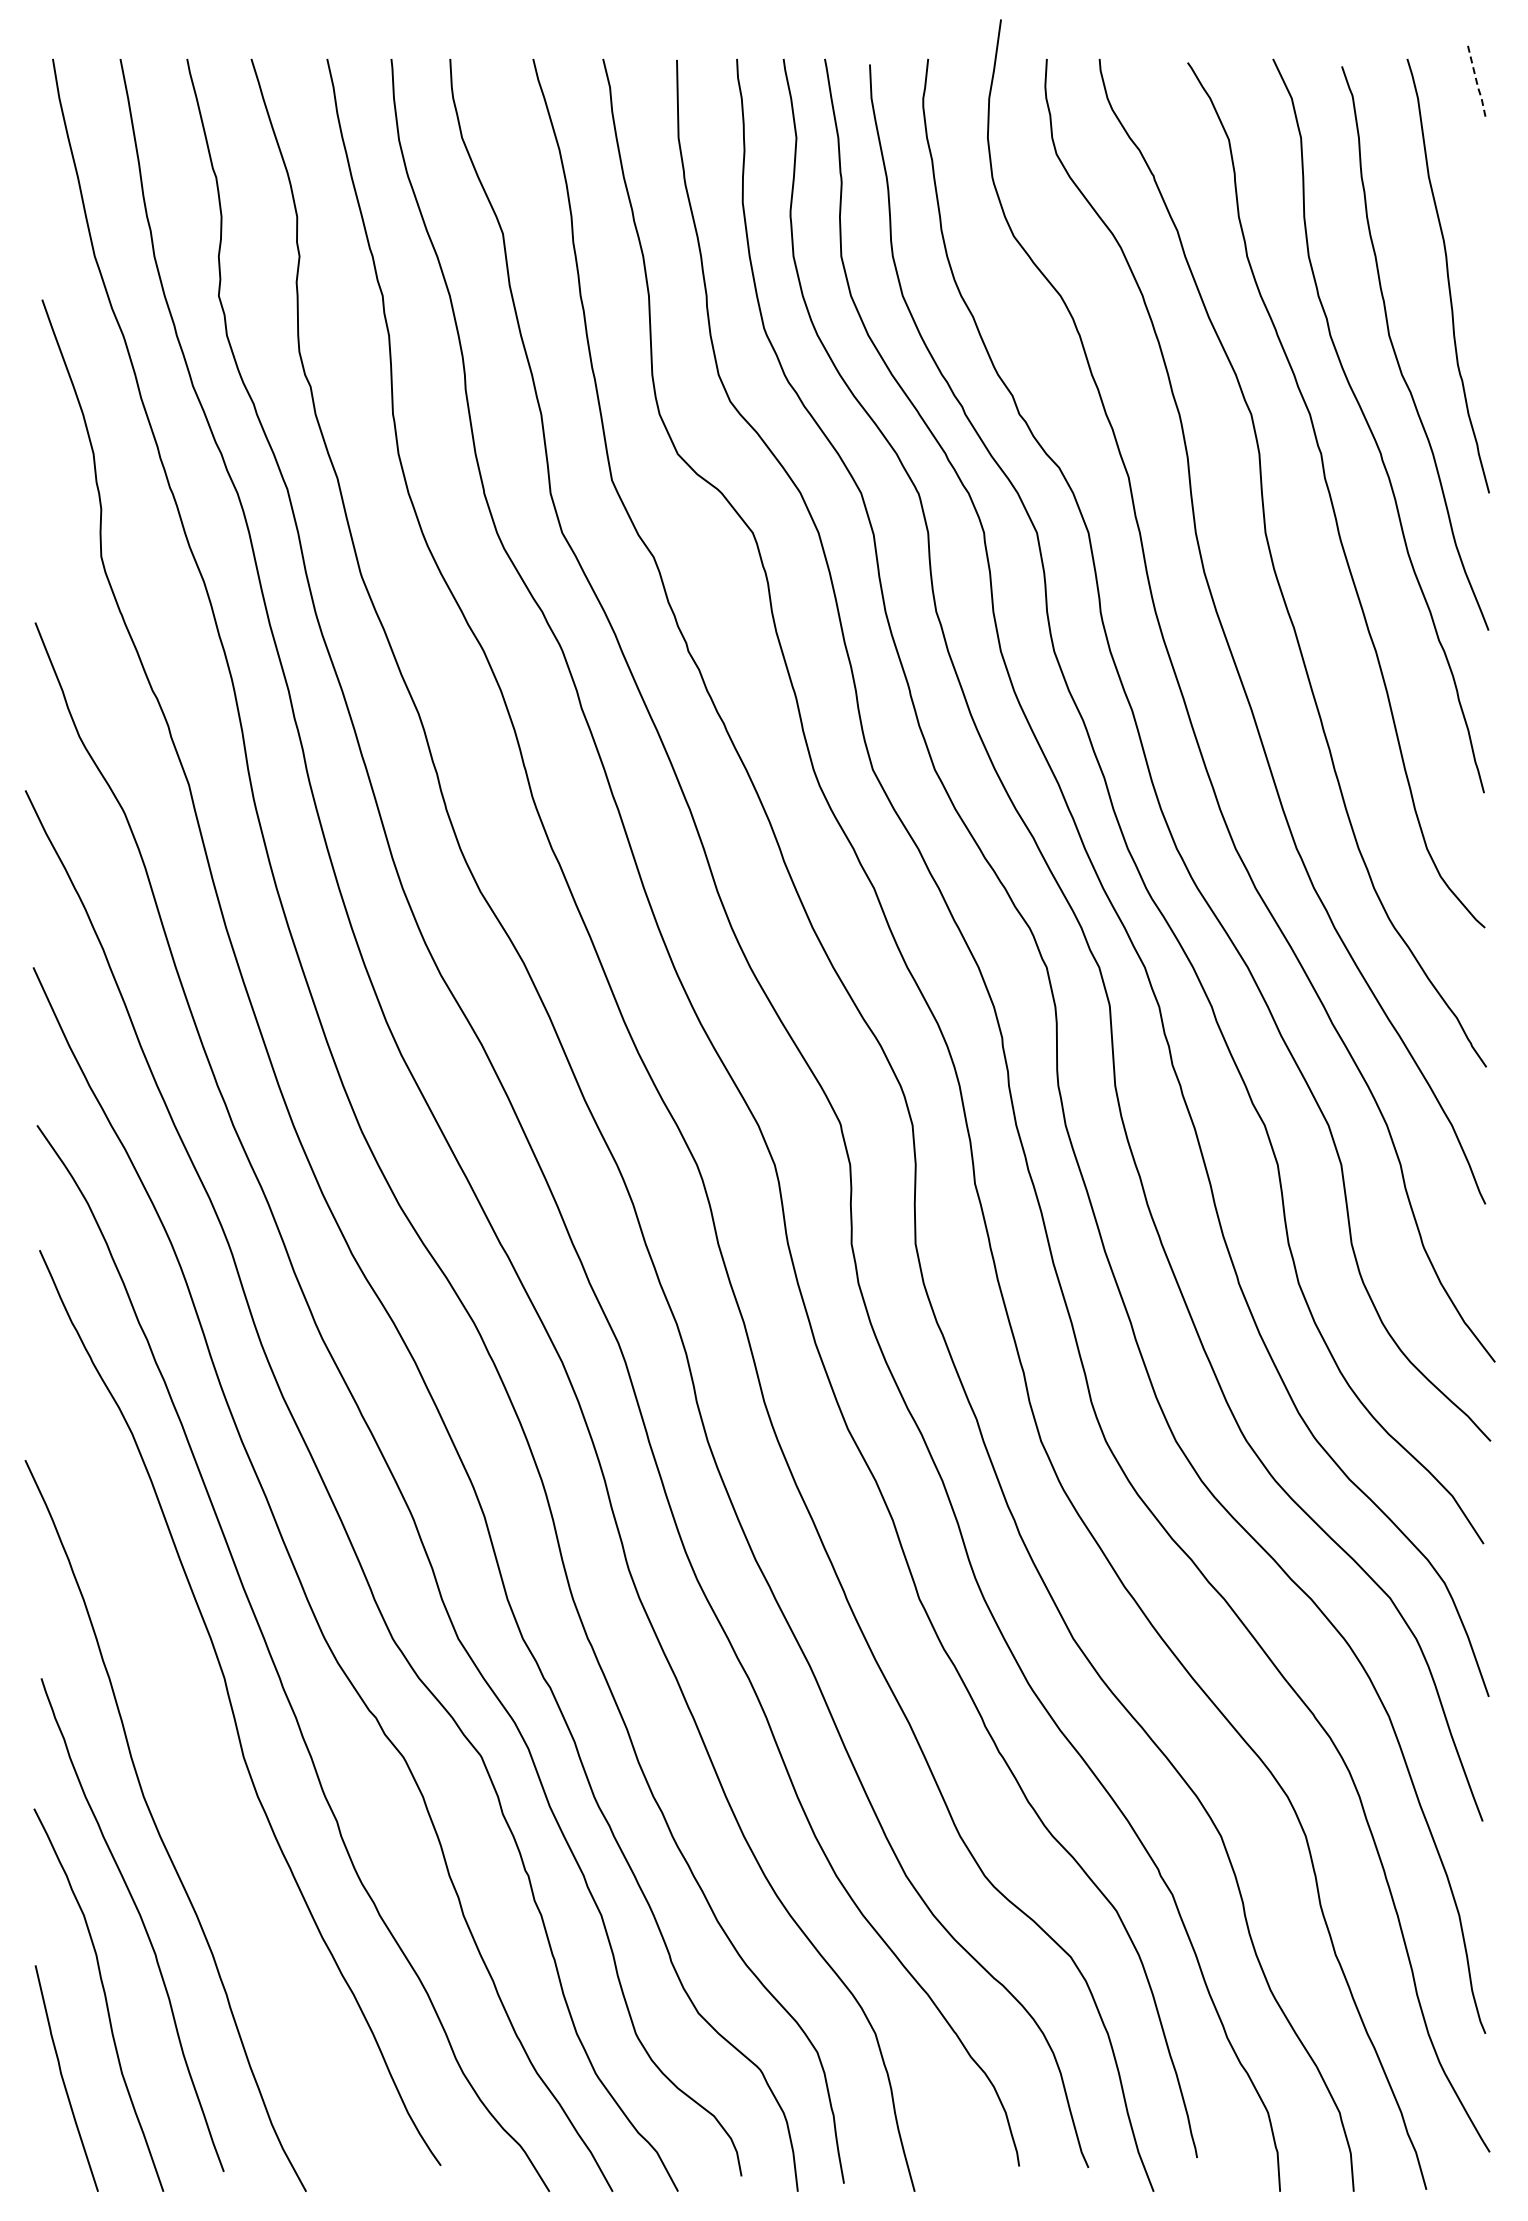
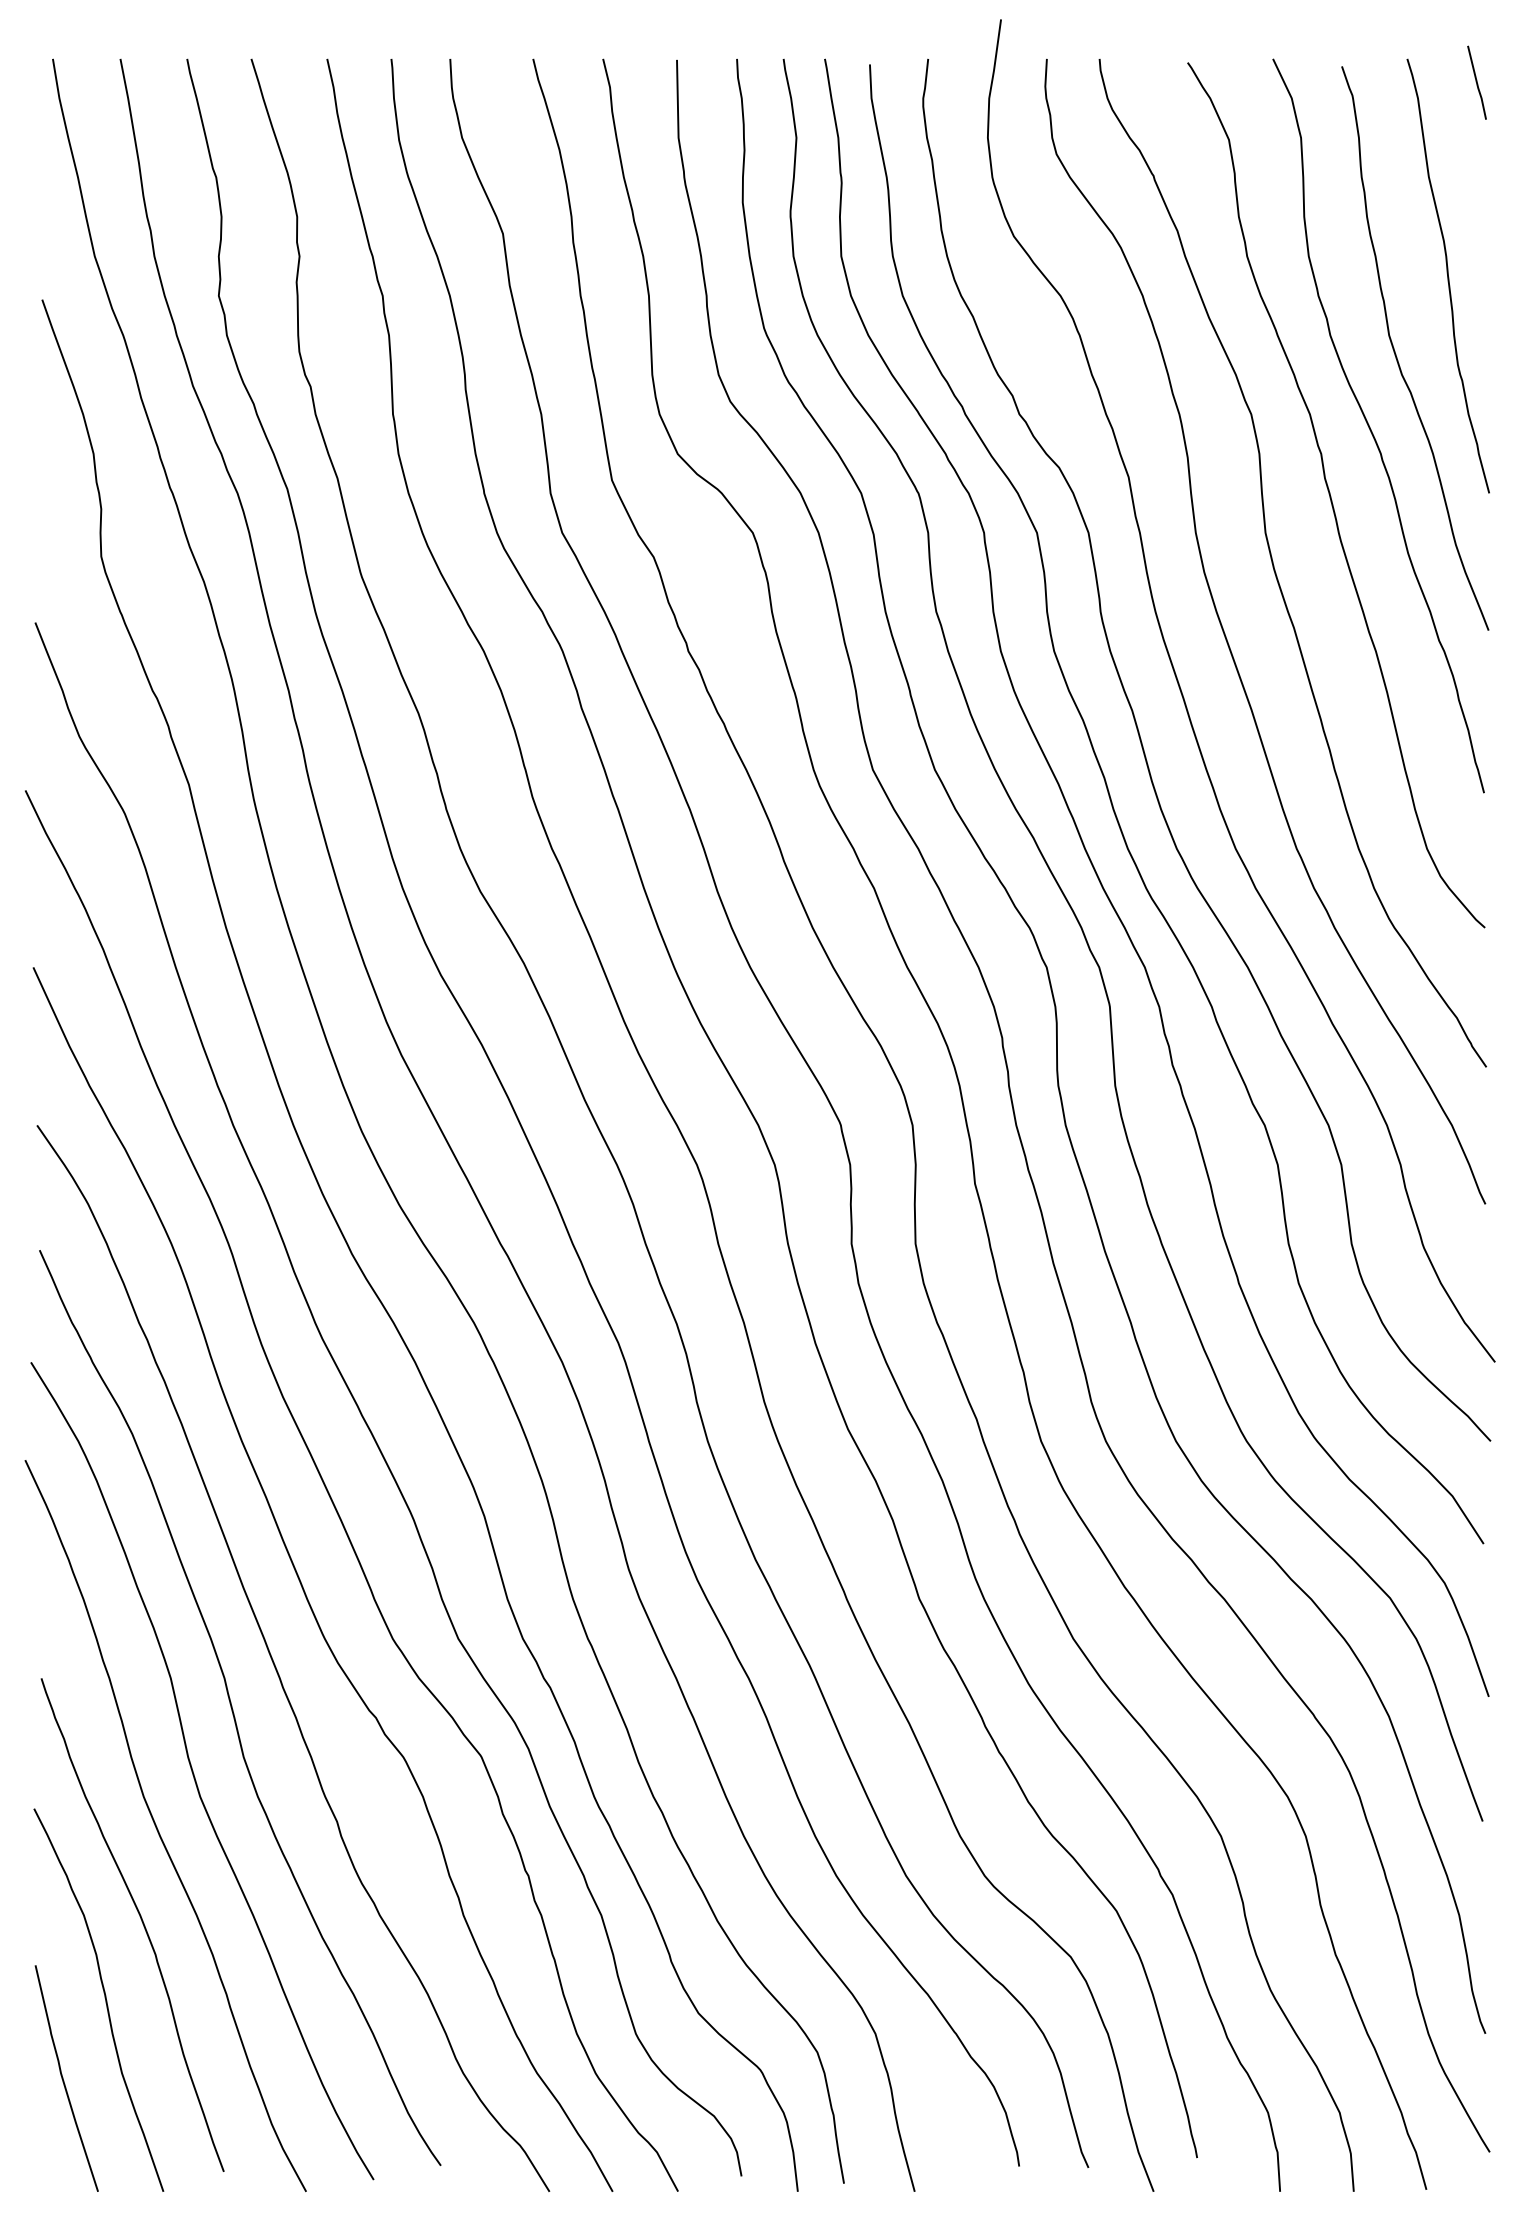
line at (1477, 84): dashed -> solid
curve at (194, 1773): none -> present
